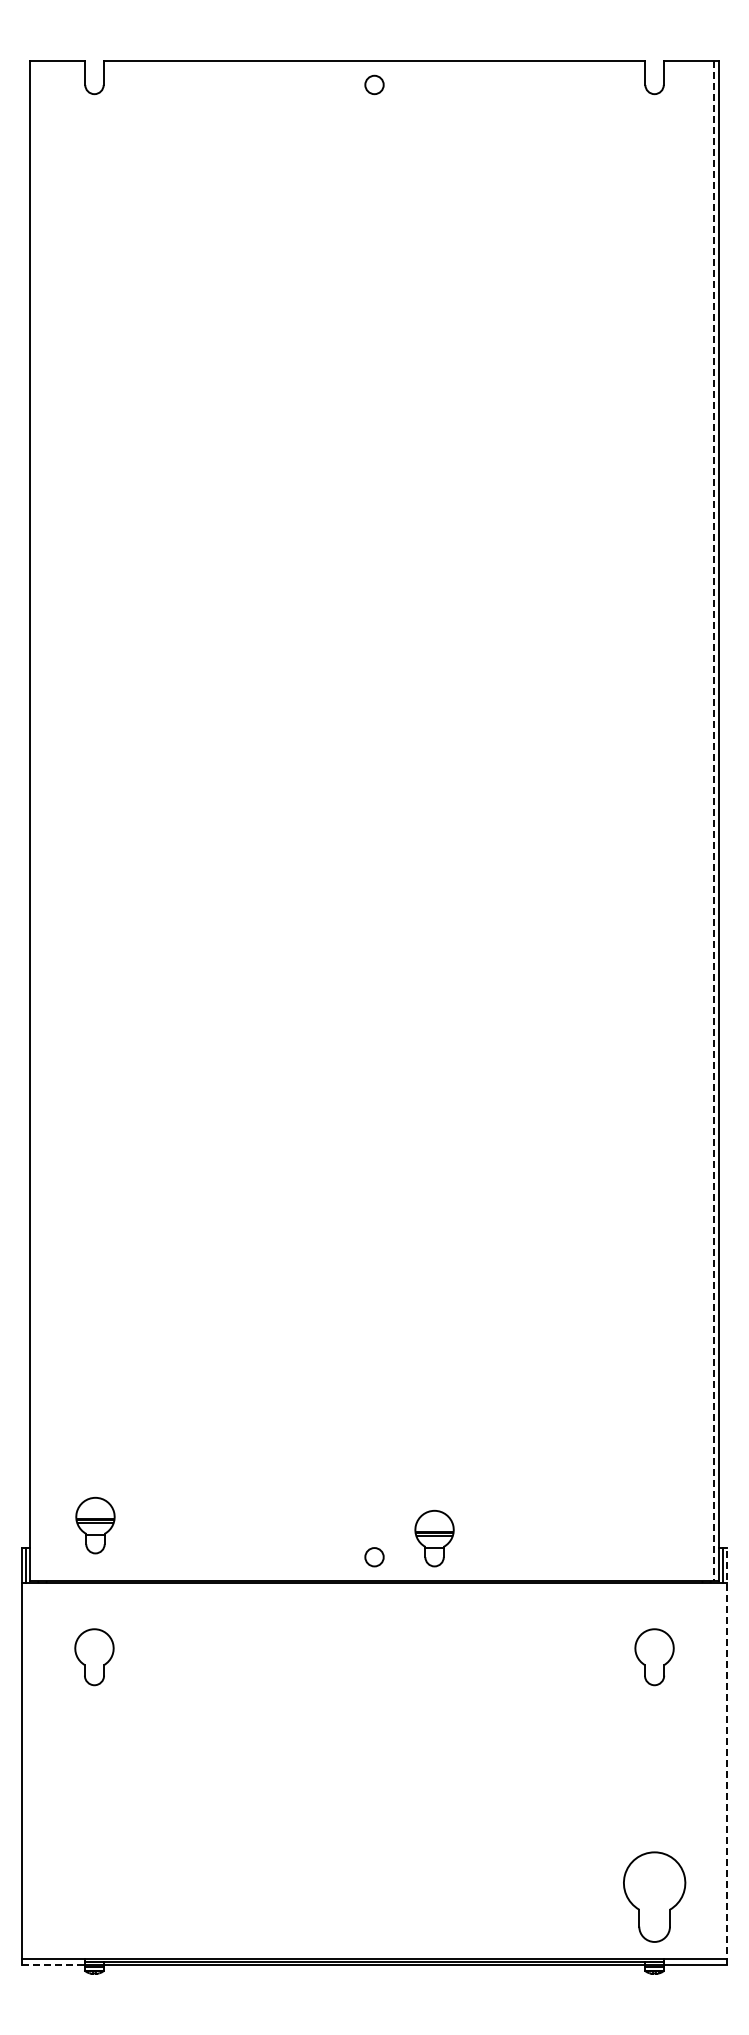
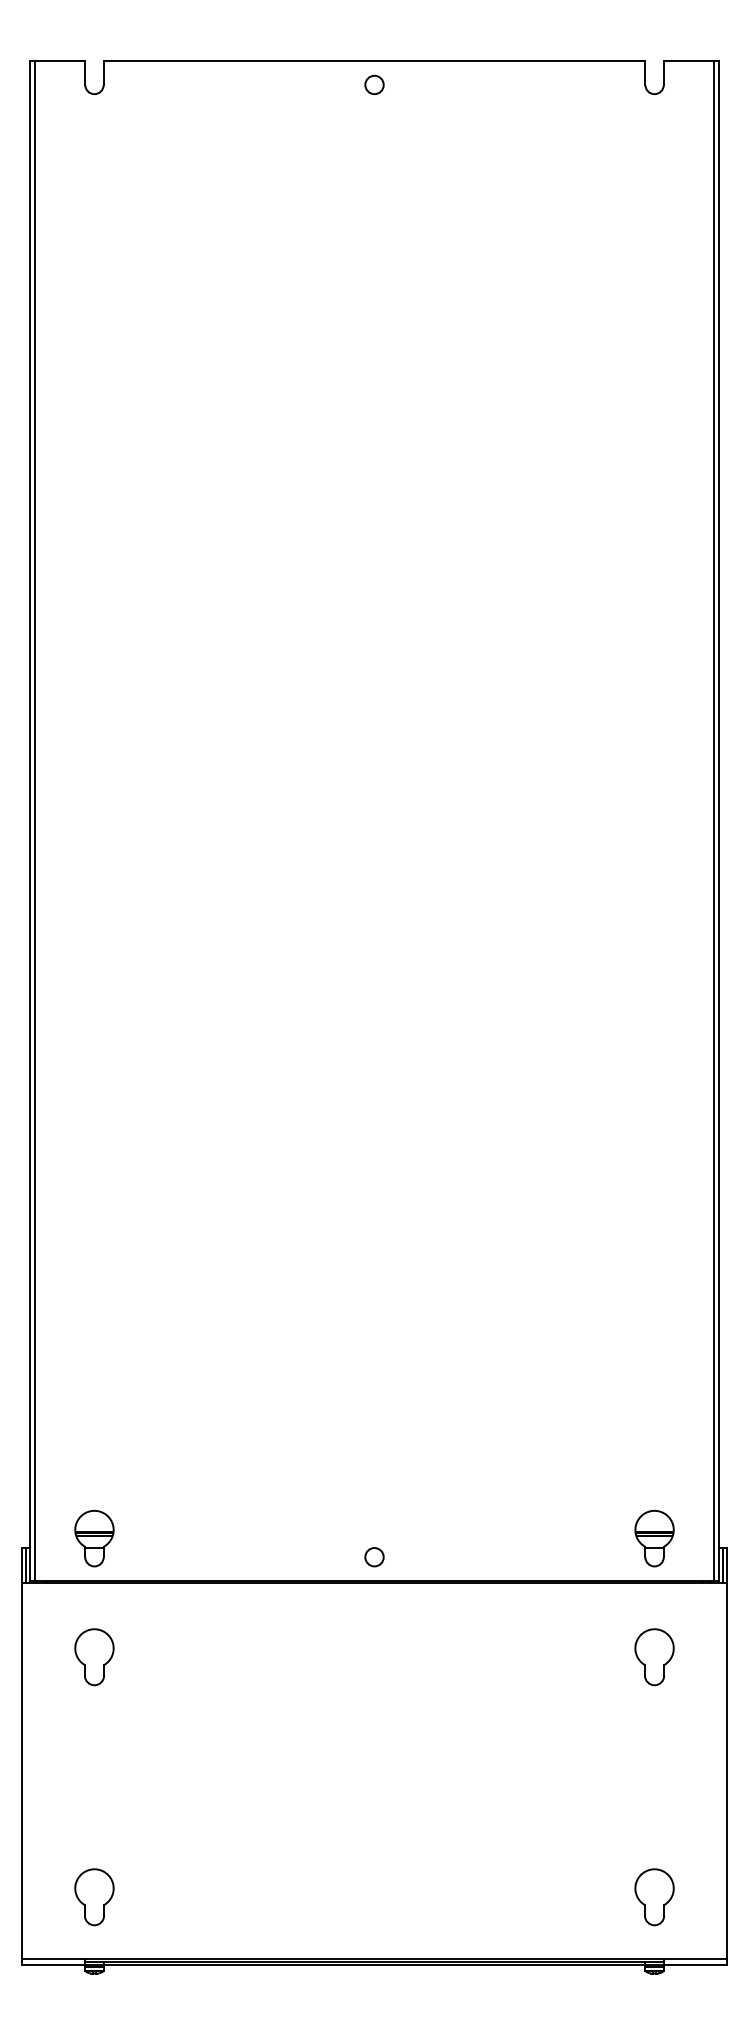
line at (35, 820): none -> present
line at (713, 821): dashed -> solid
part at (95, 1525) position: (95, 1525) -> (94, 1538)
part at (434, 1538) position: (434, 1538) -> (654, 1538)
line at (726, 1756): dashed -> solid
part at (654, 1896) size: 64x92 px -> 41x59 px
part at (94, 1897): none -> present
line at (54, 1964): dashed -> solid
